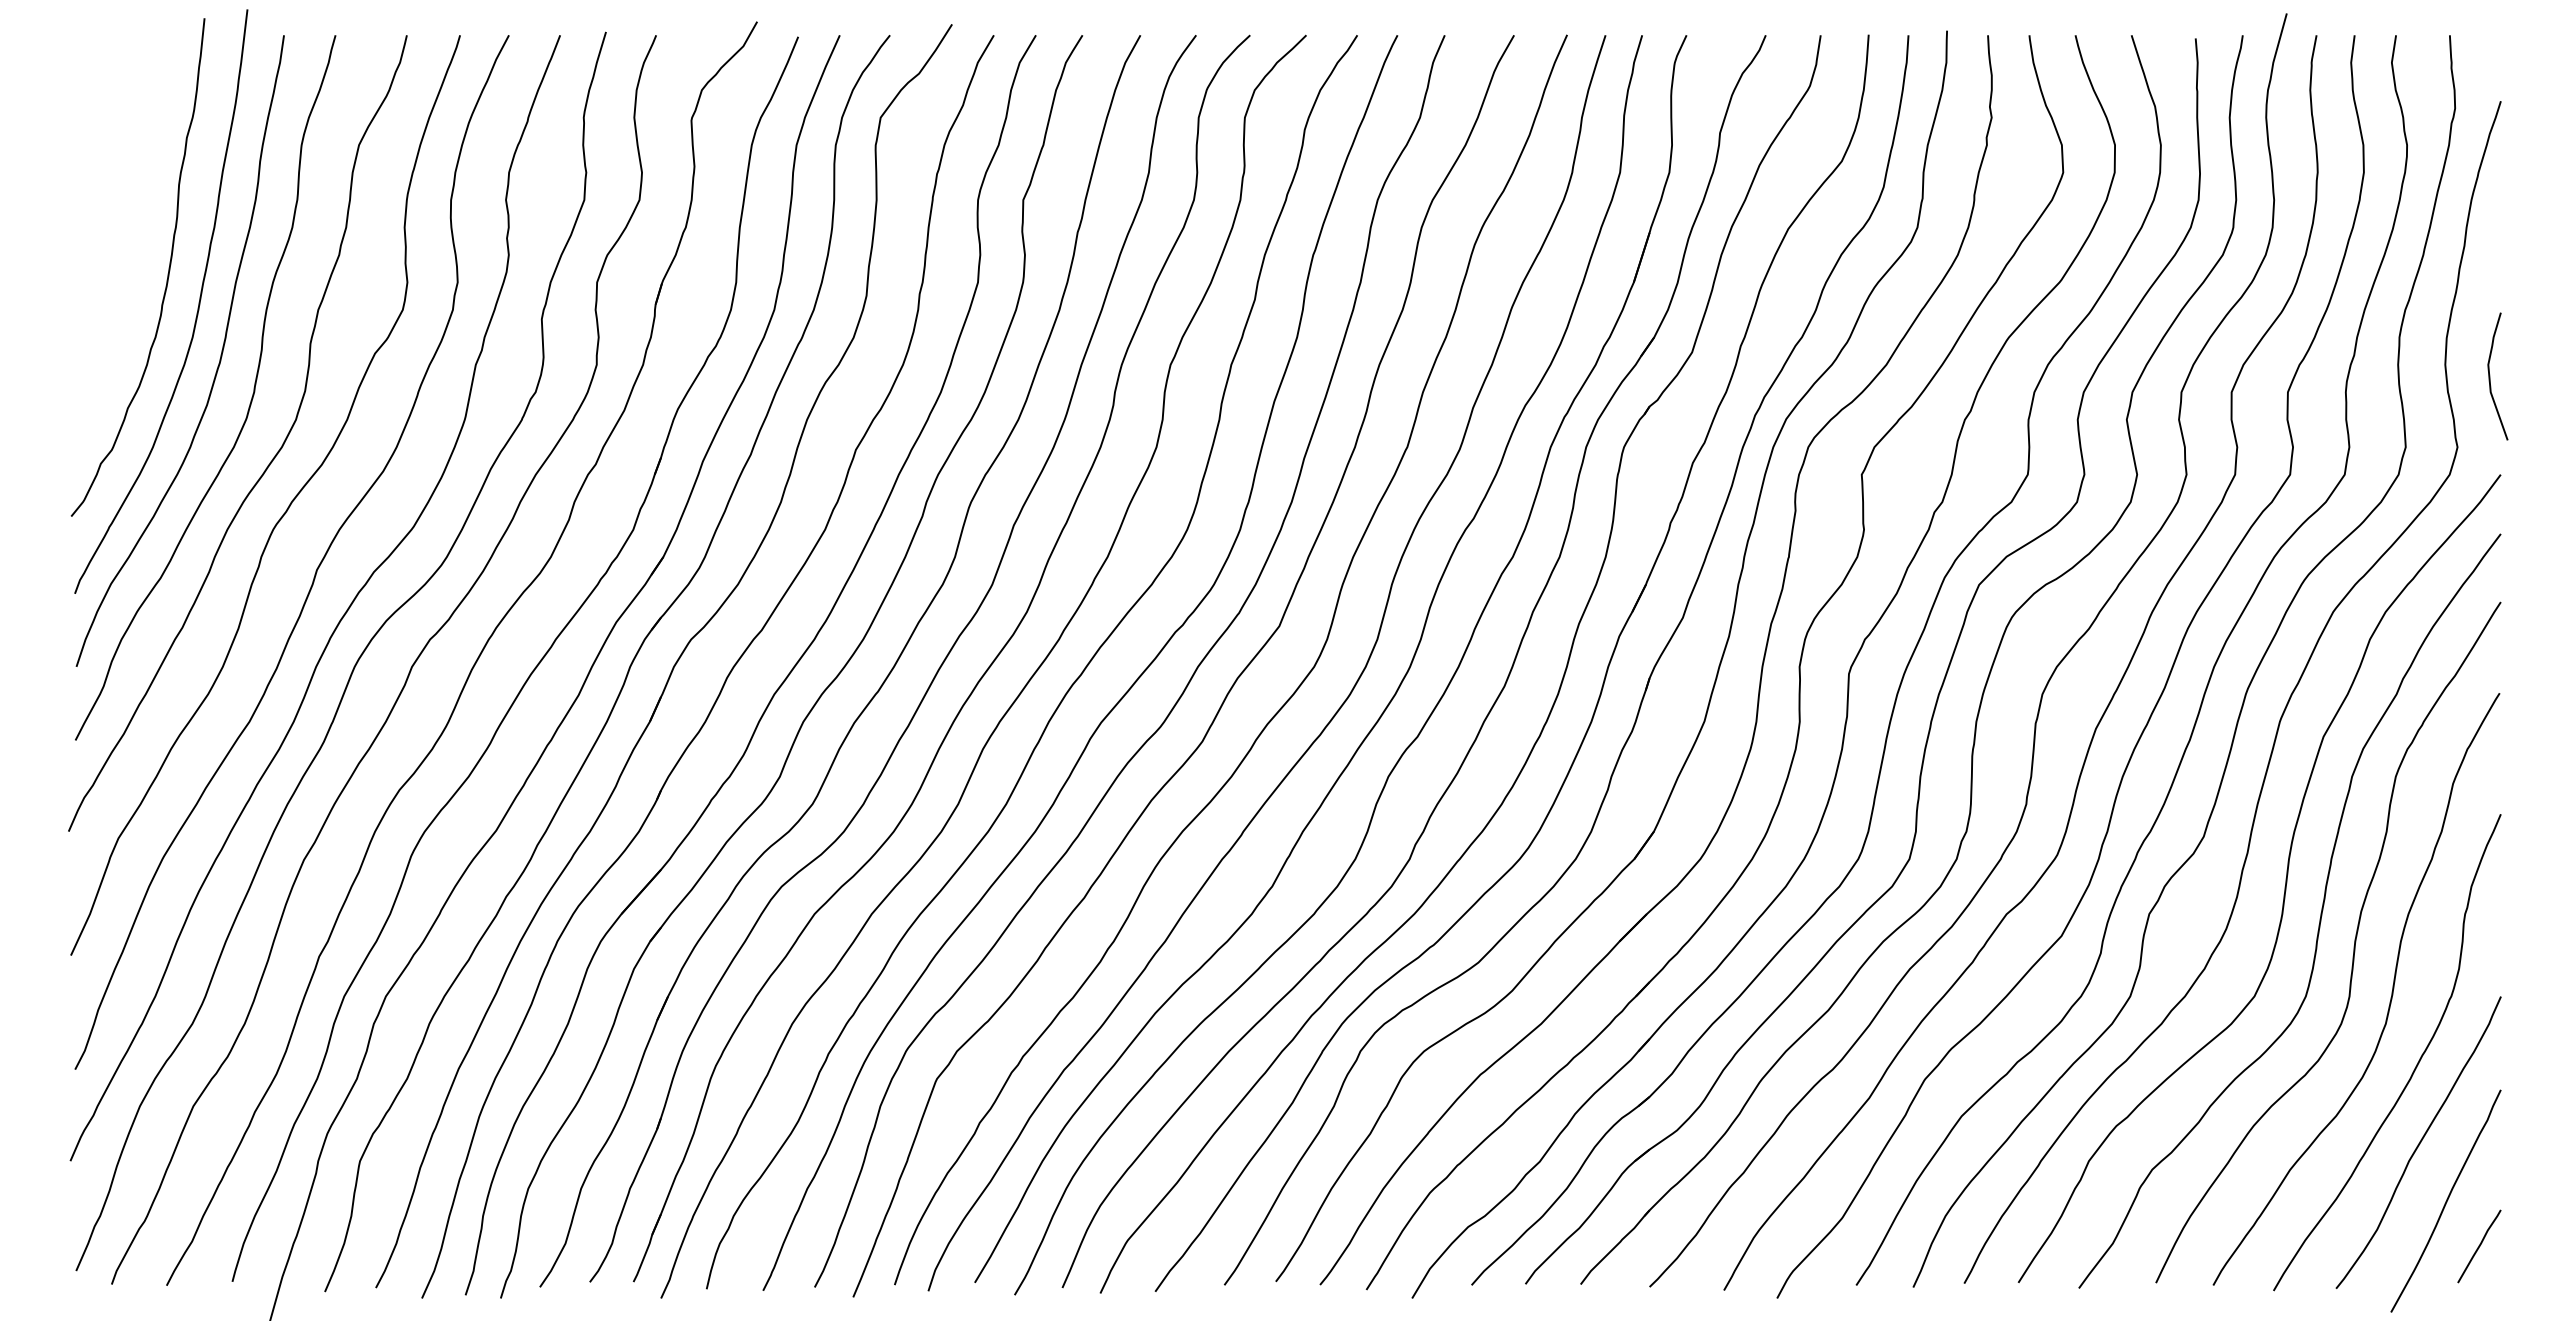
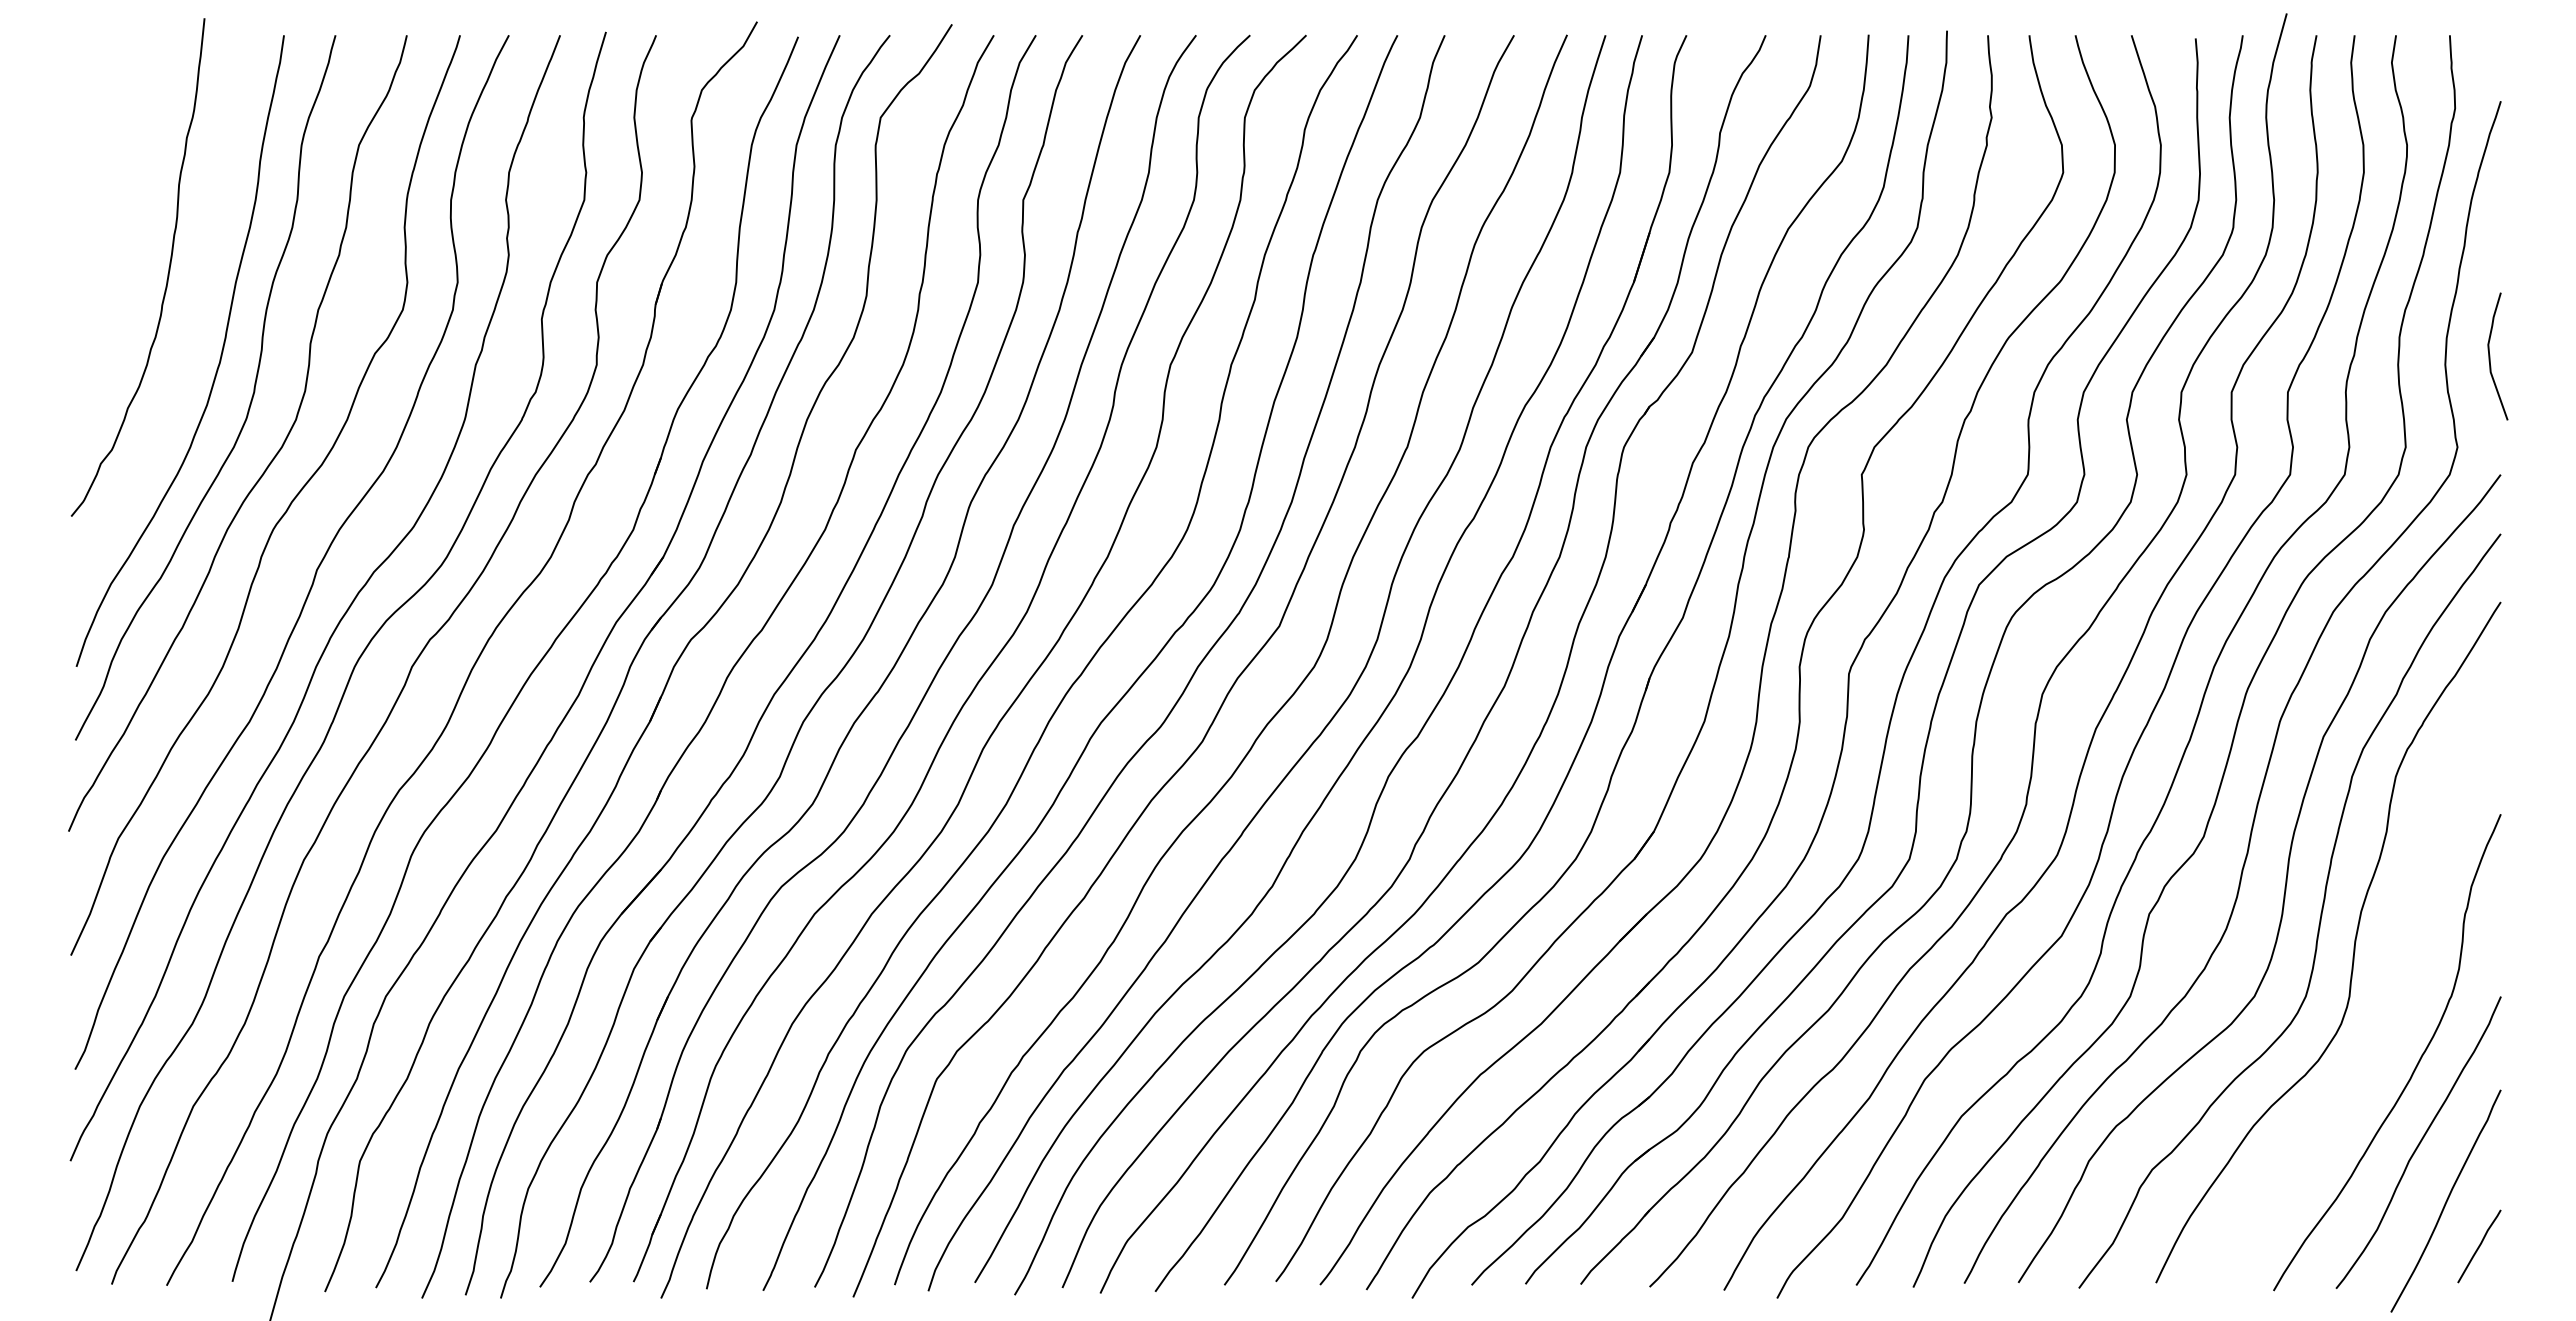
curve at (197, 307): present -> none
curve at (2490, 376) position: (2490, 376) -> (2490, 356)
curve at (2390, 997): present -> none
